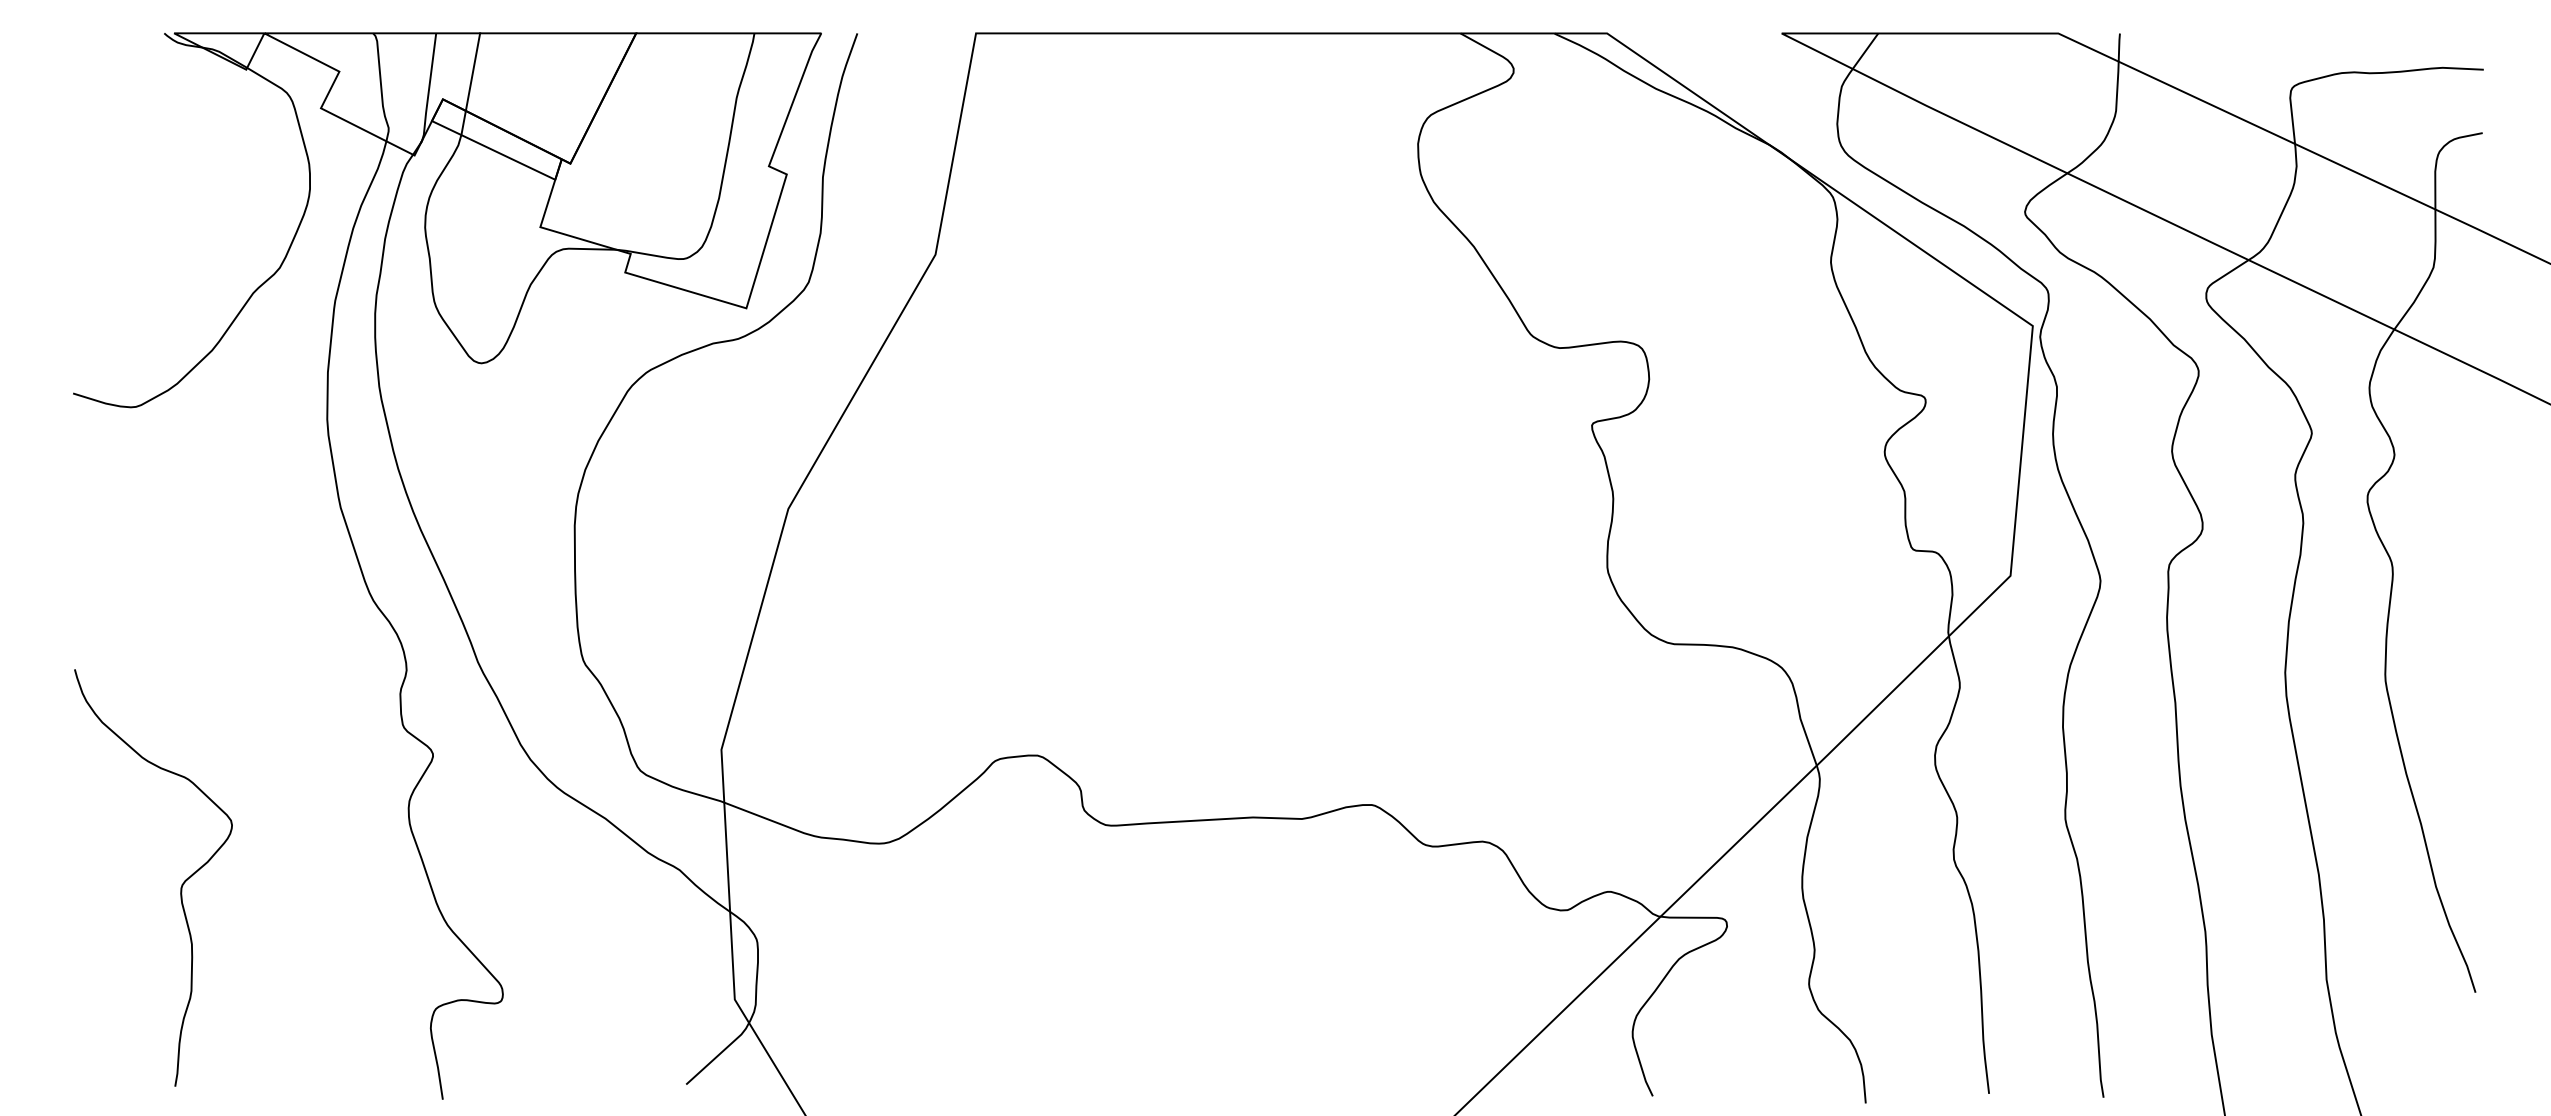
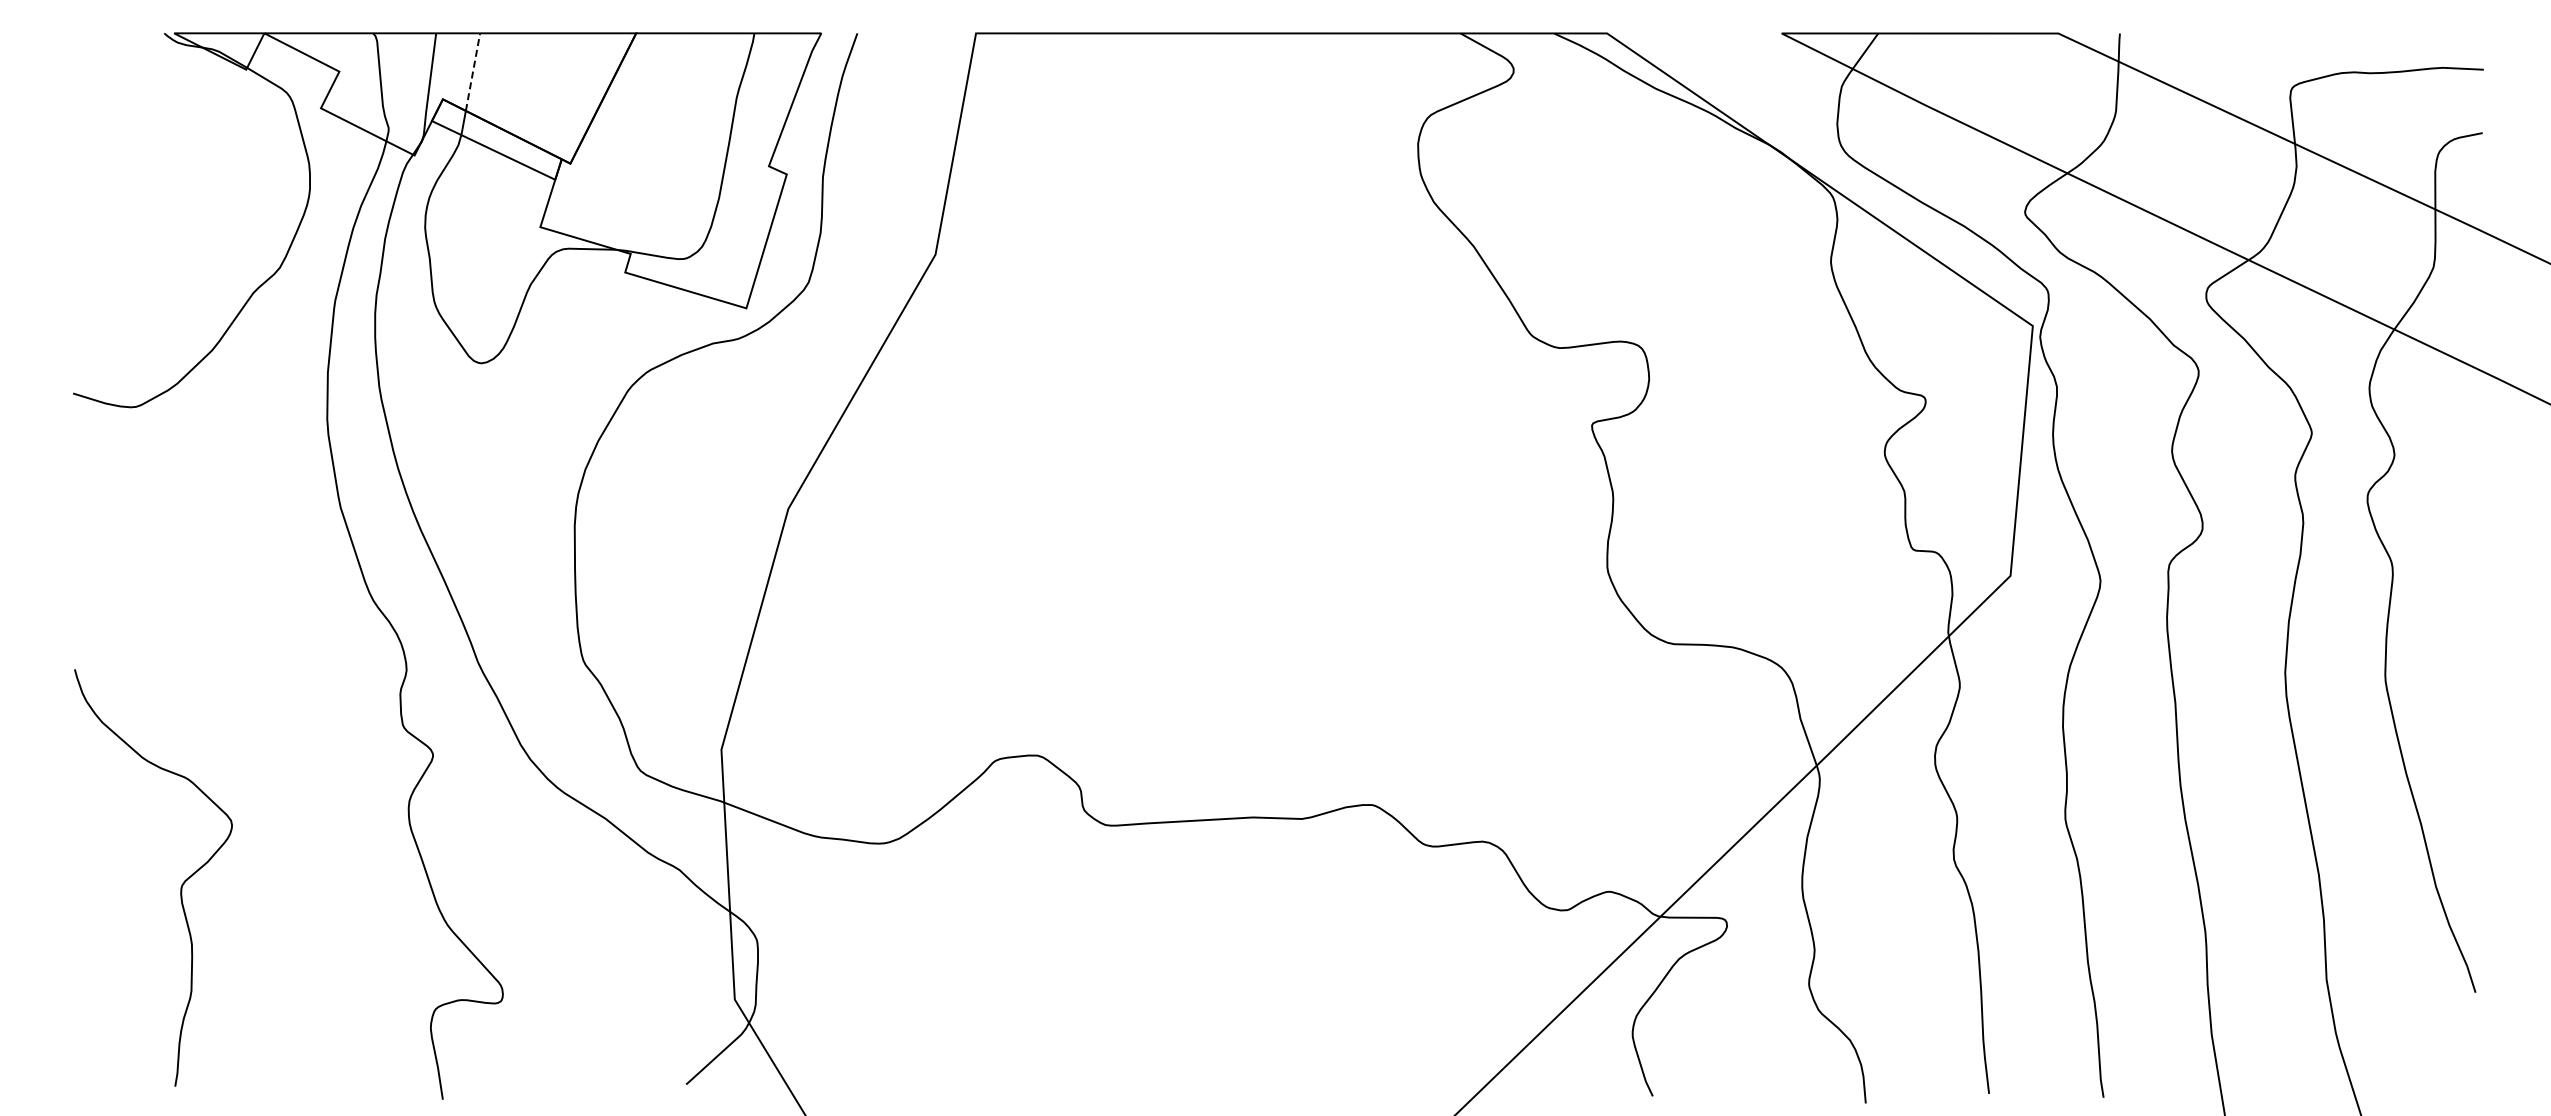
line at (473, 71): solid -> dashed
